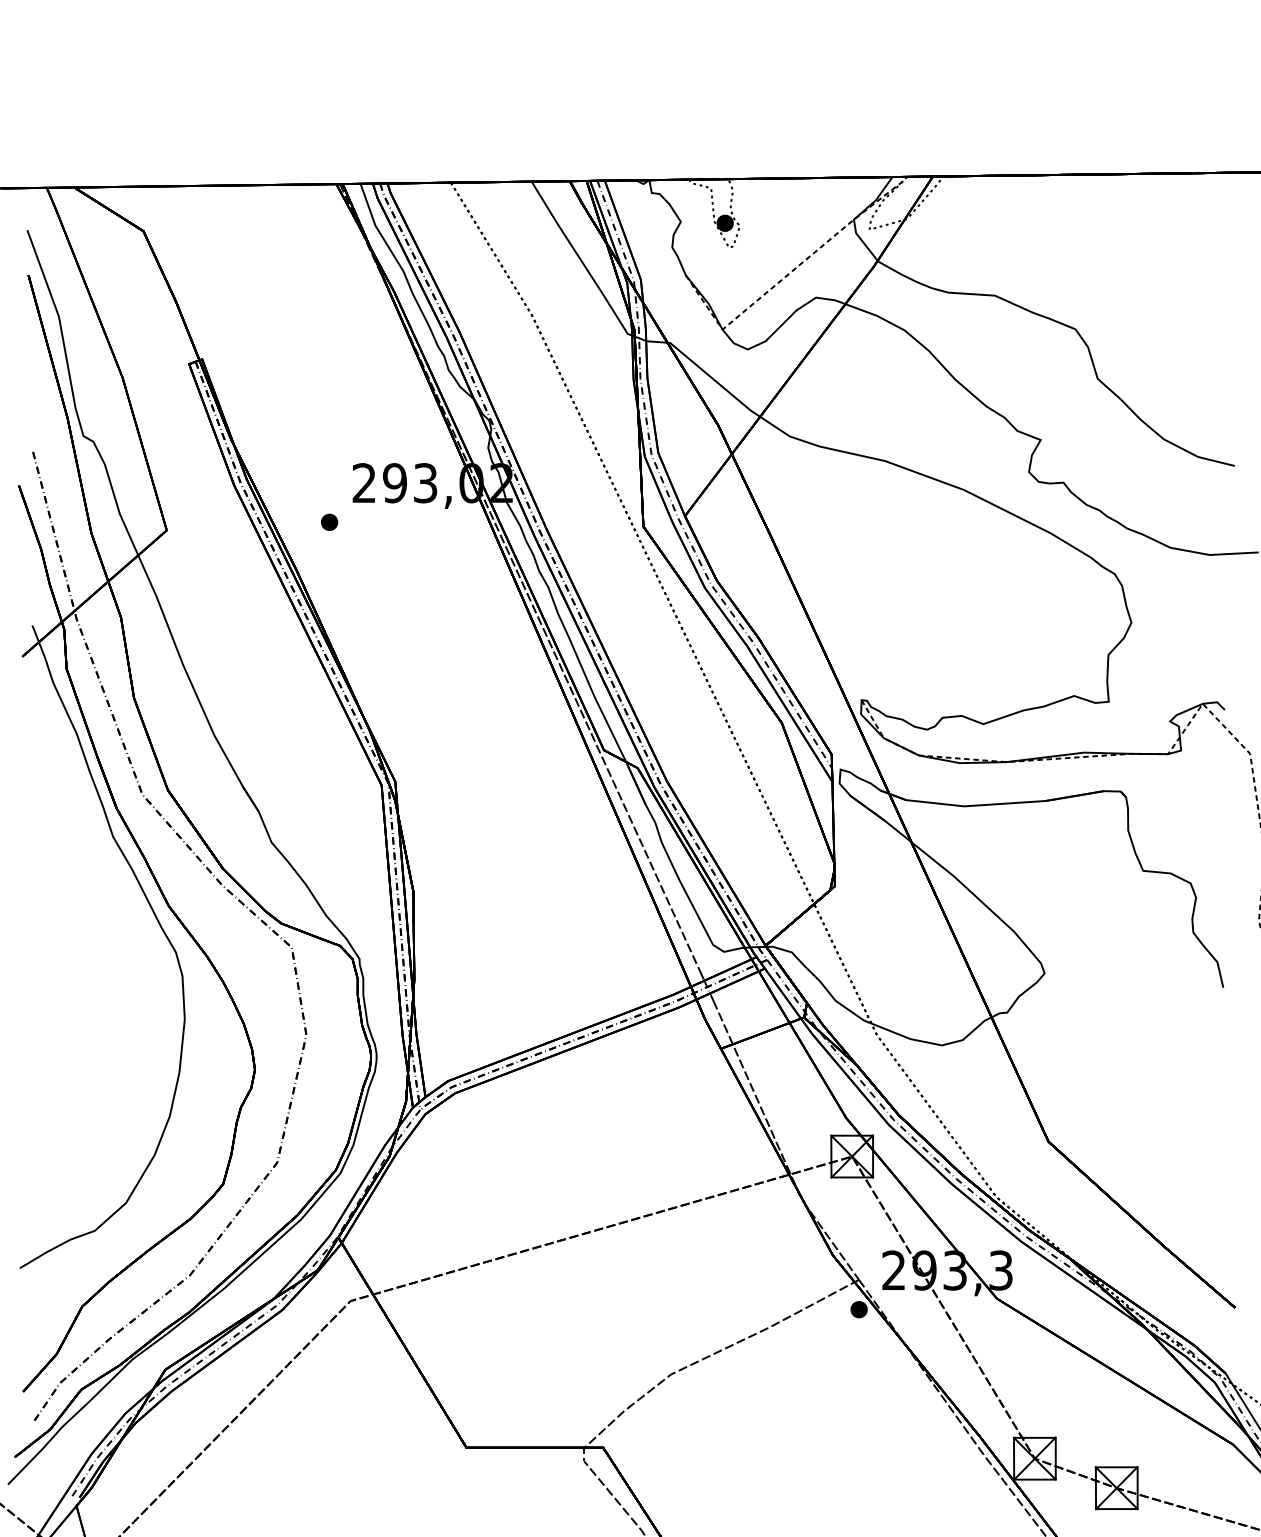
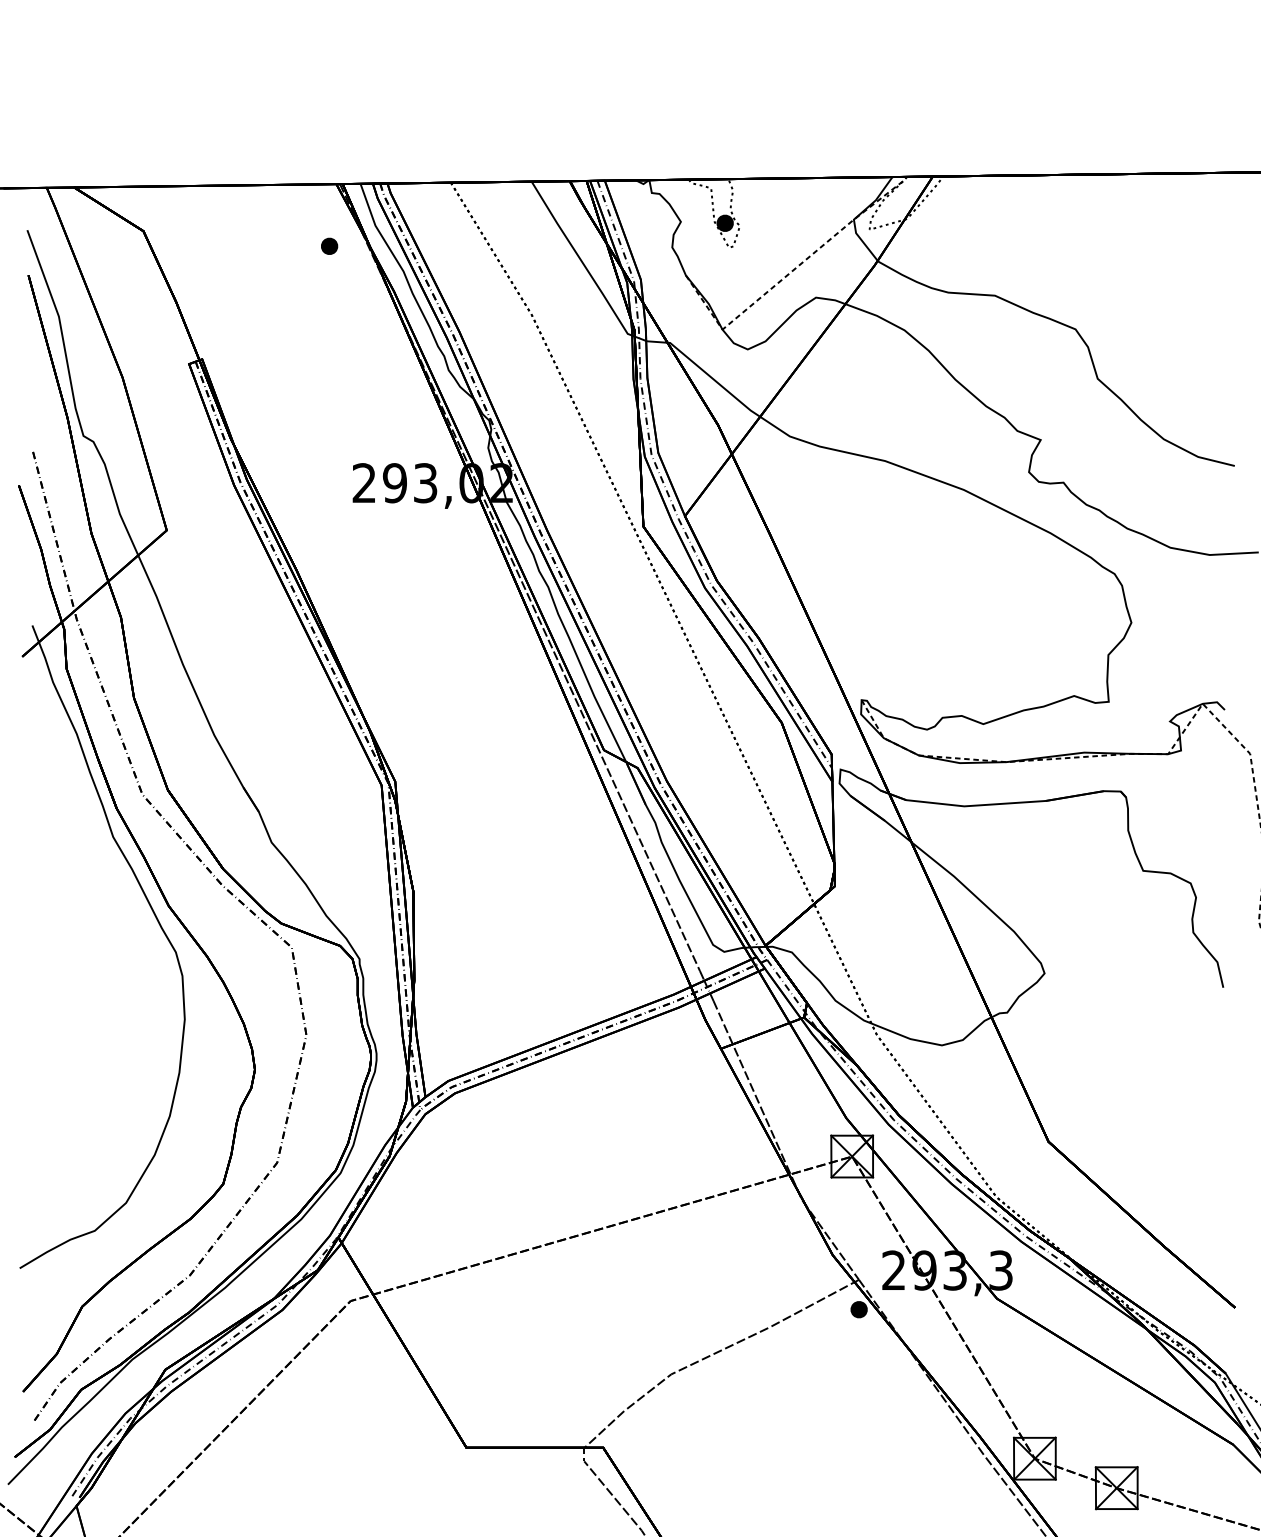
part at (329, 521) position: (329, 521) -> (329, 245)
